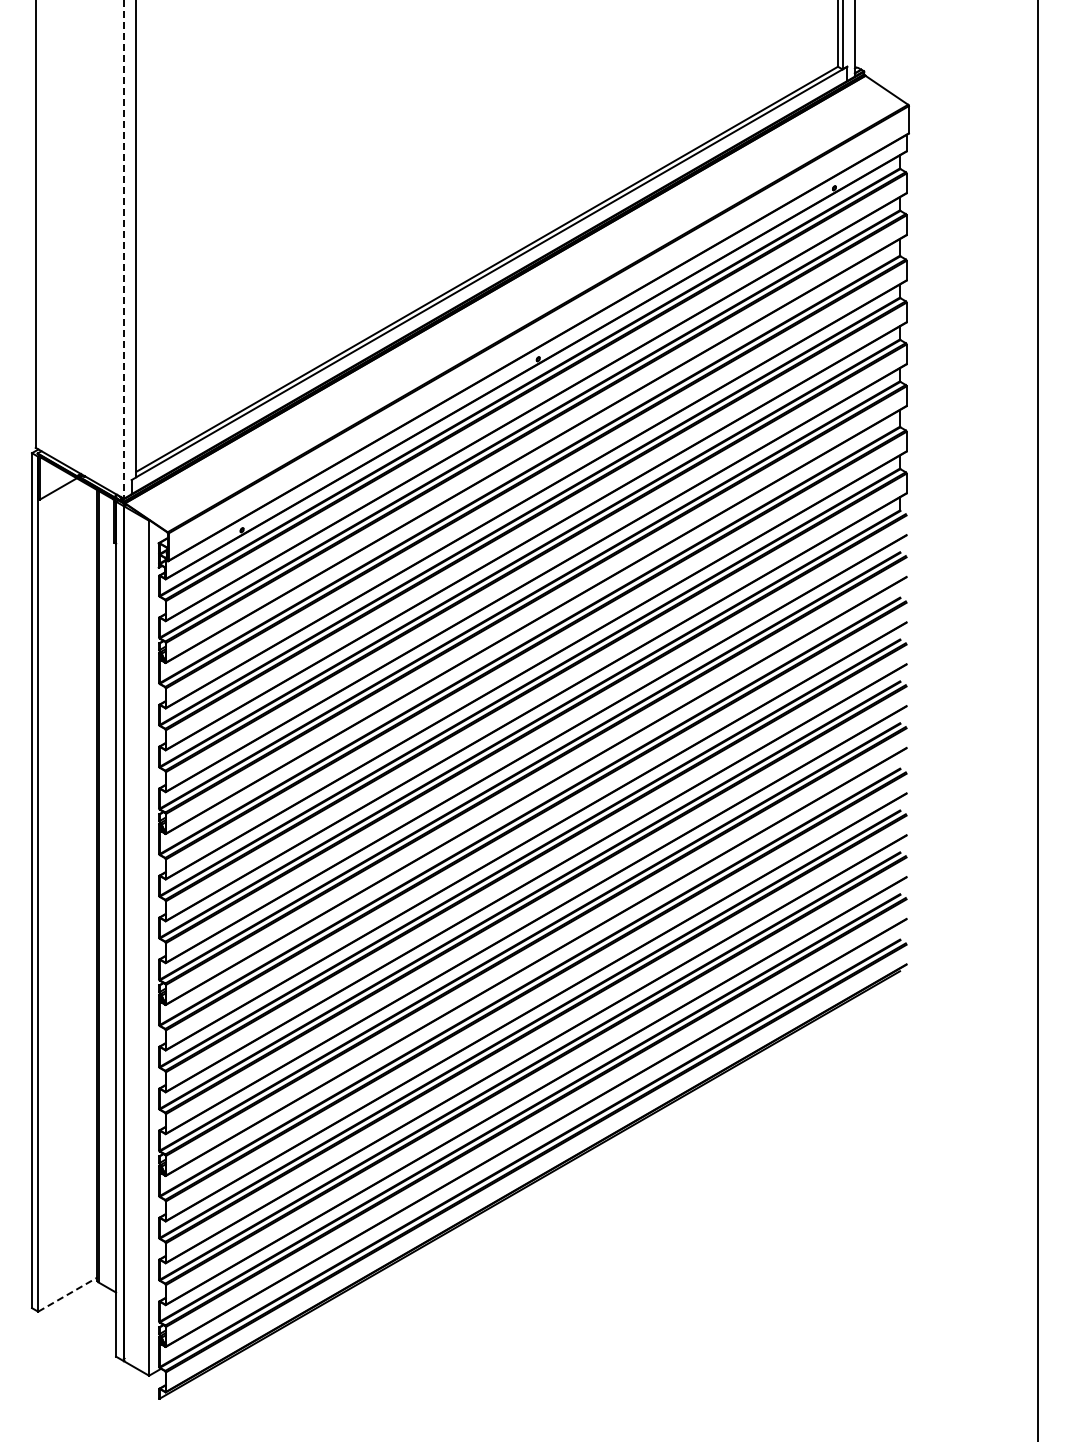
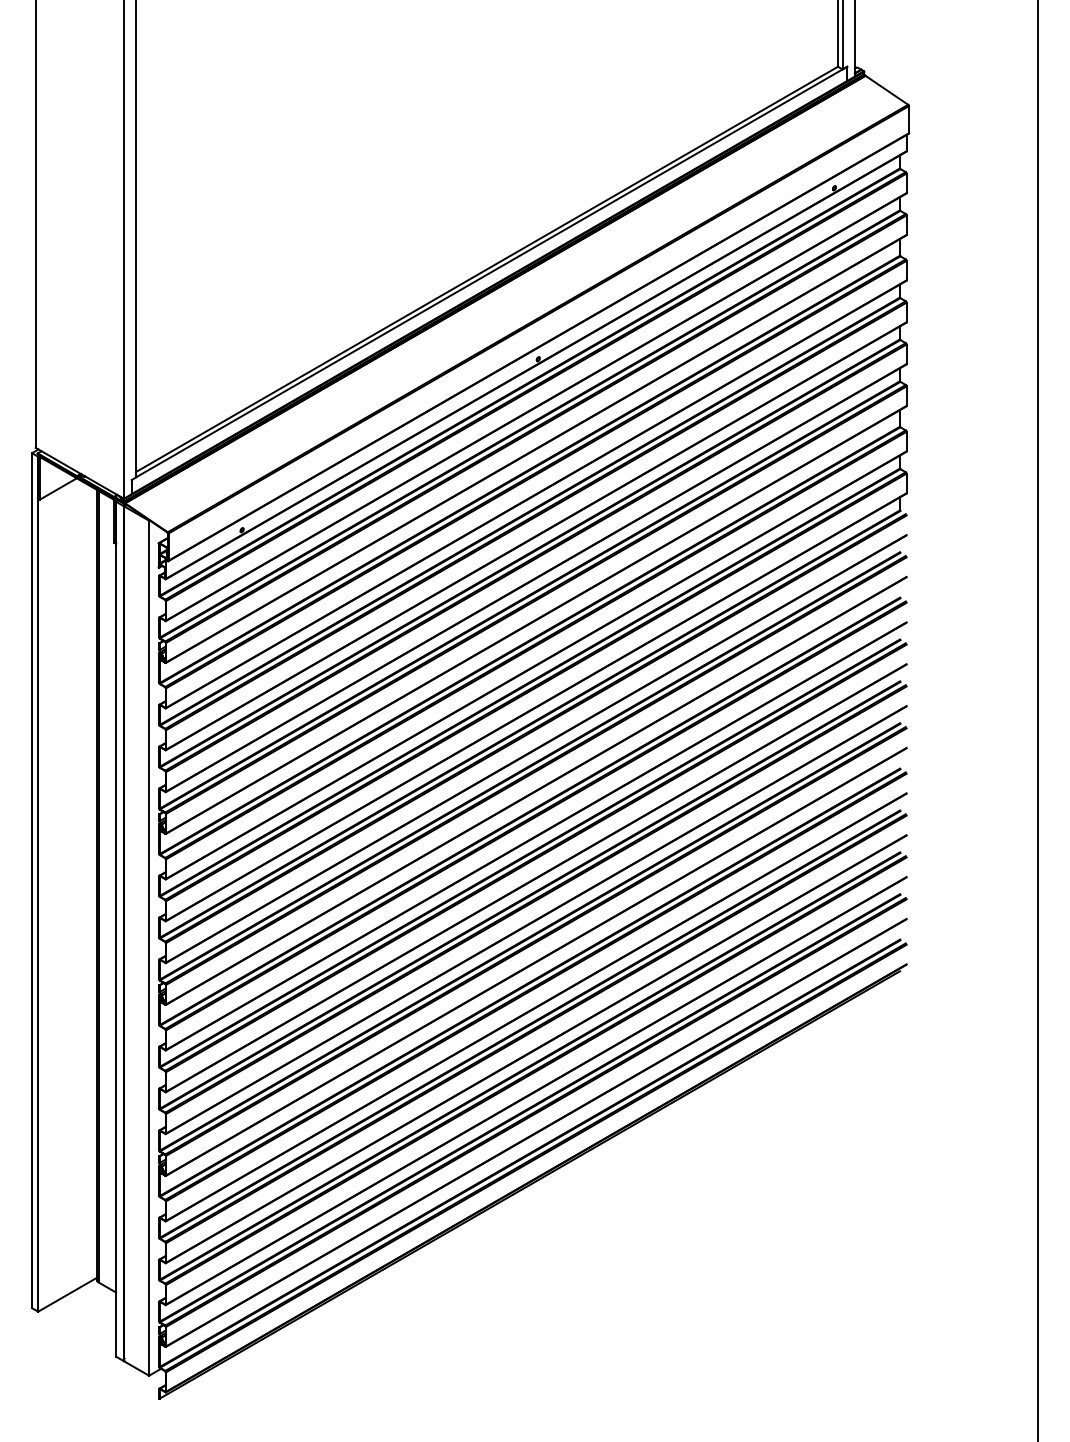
line at (123, 249): dashed -> solid
line at (68, 1294): dashed -> solid
